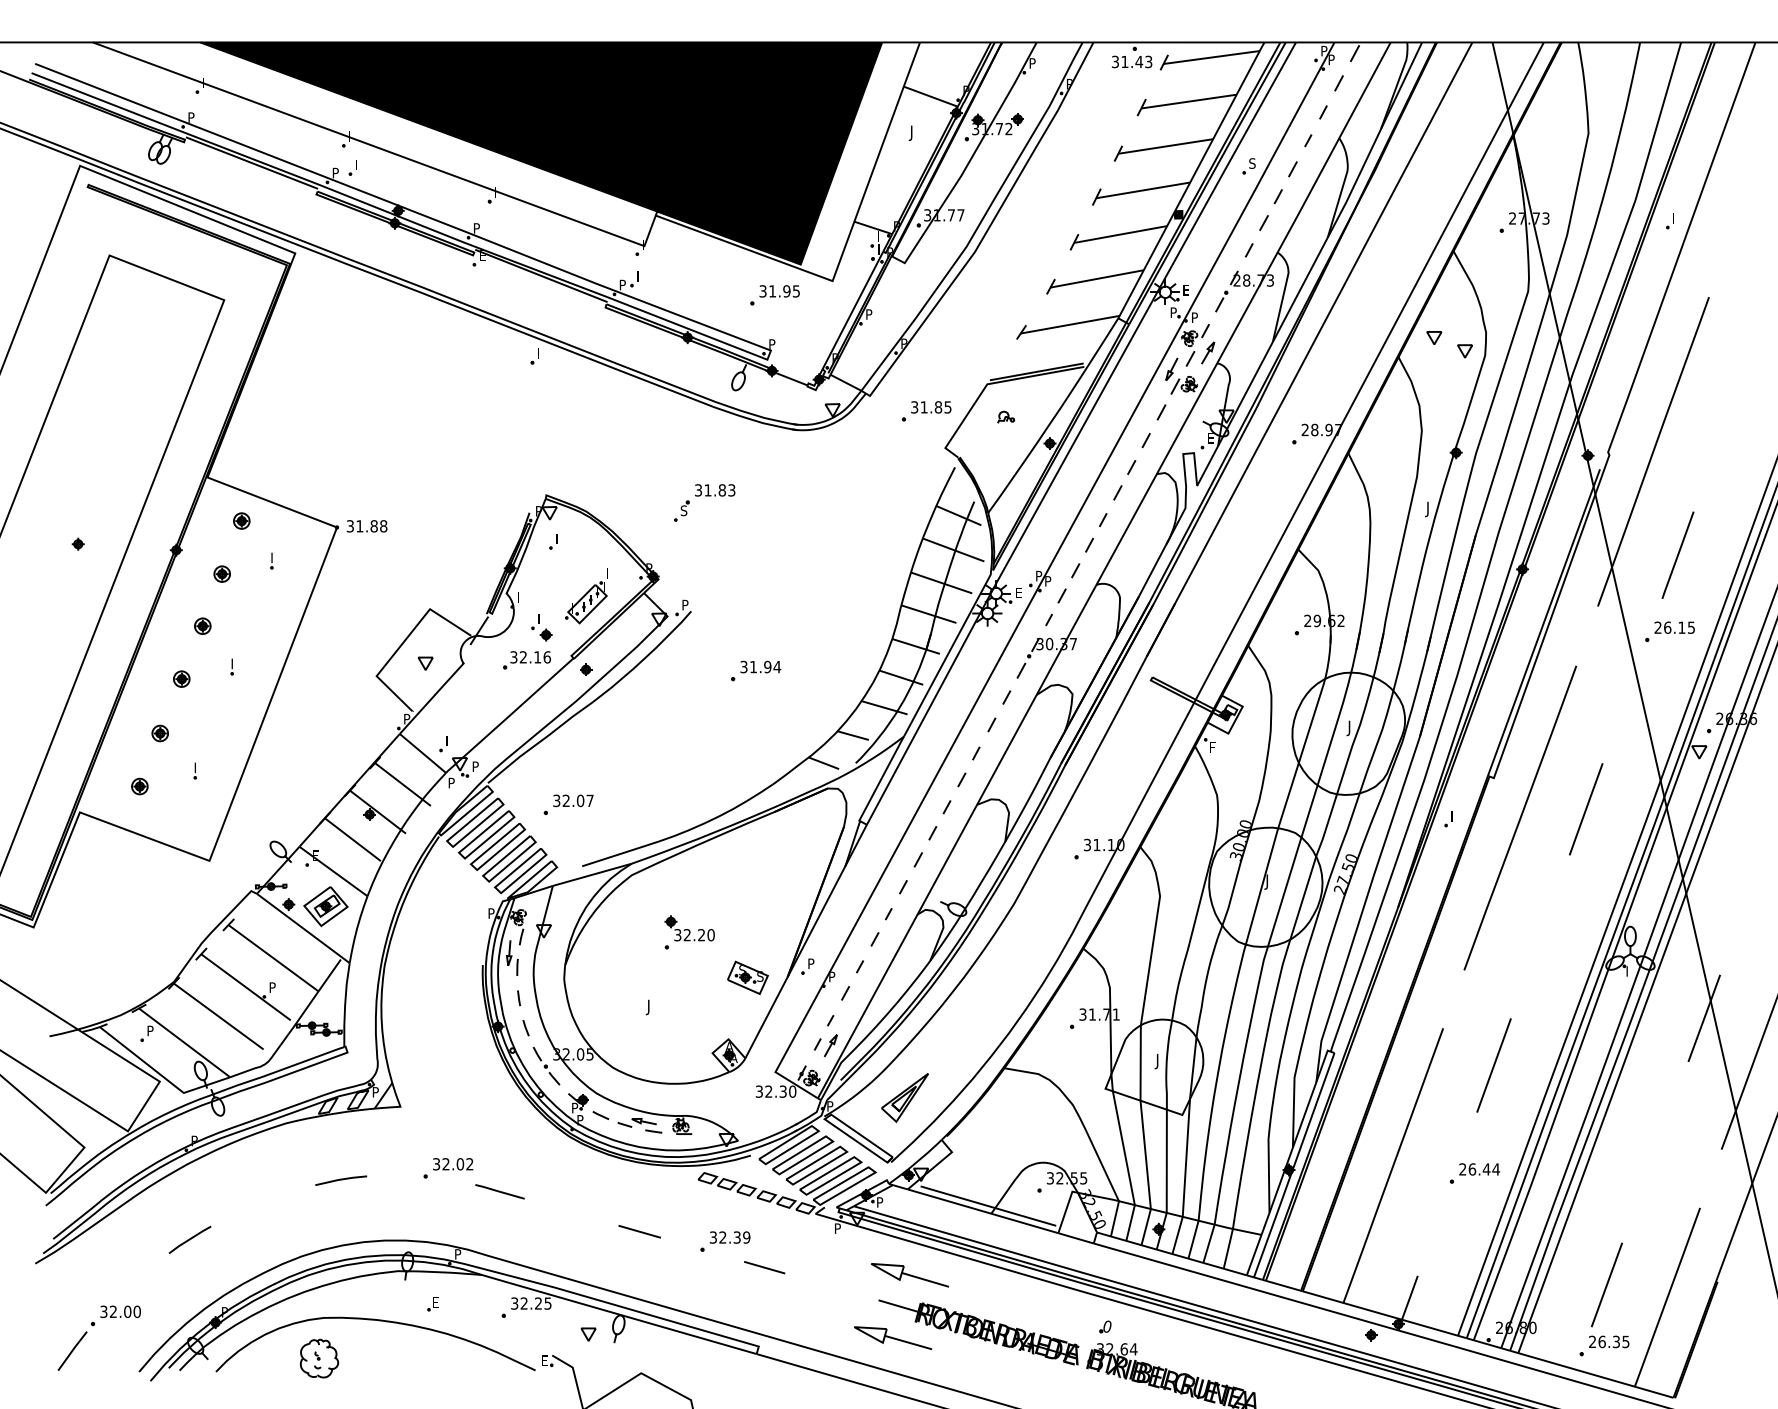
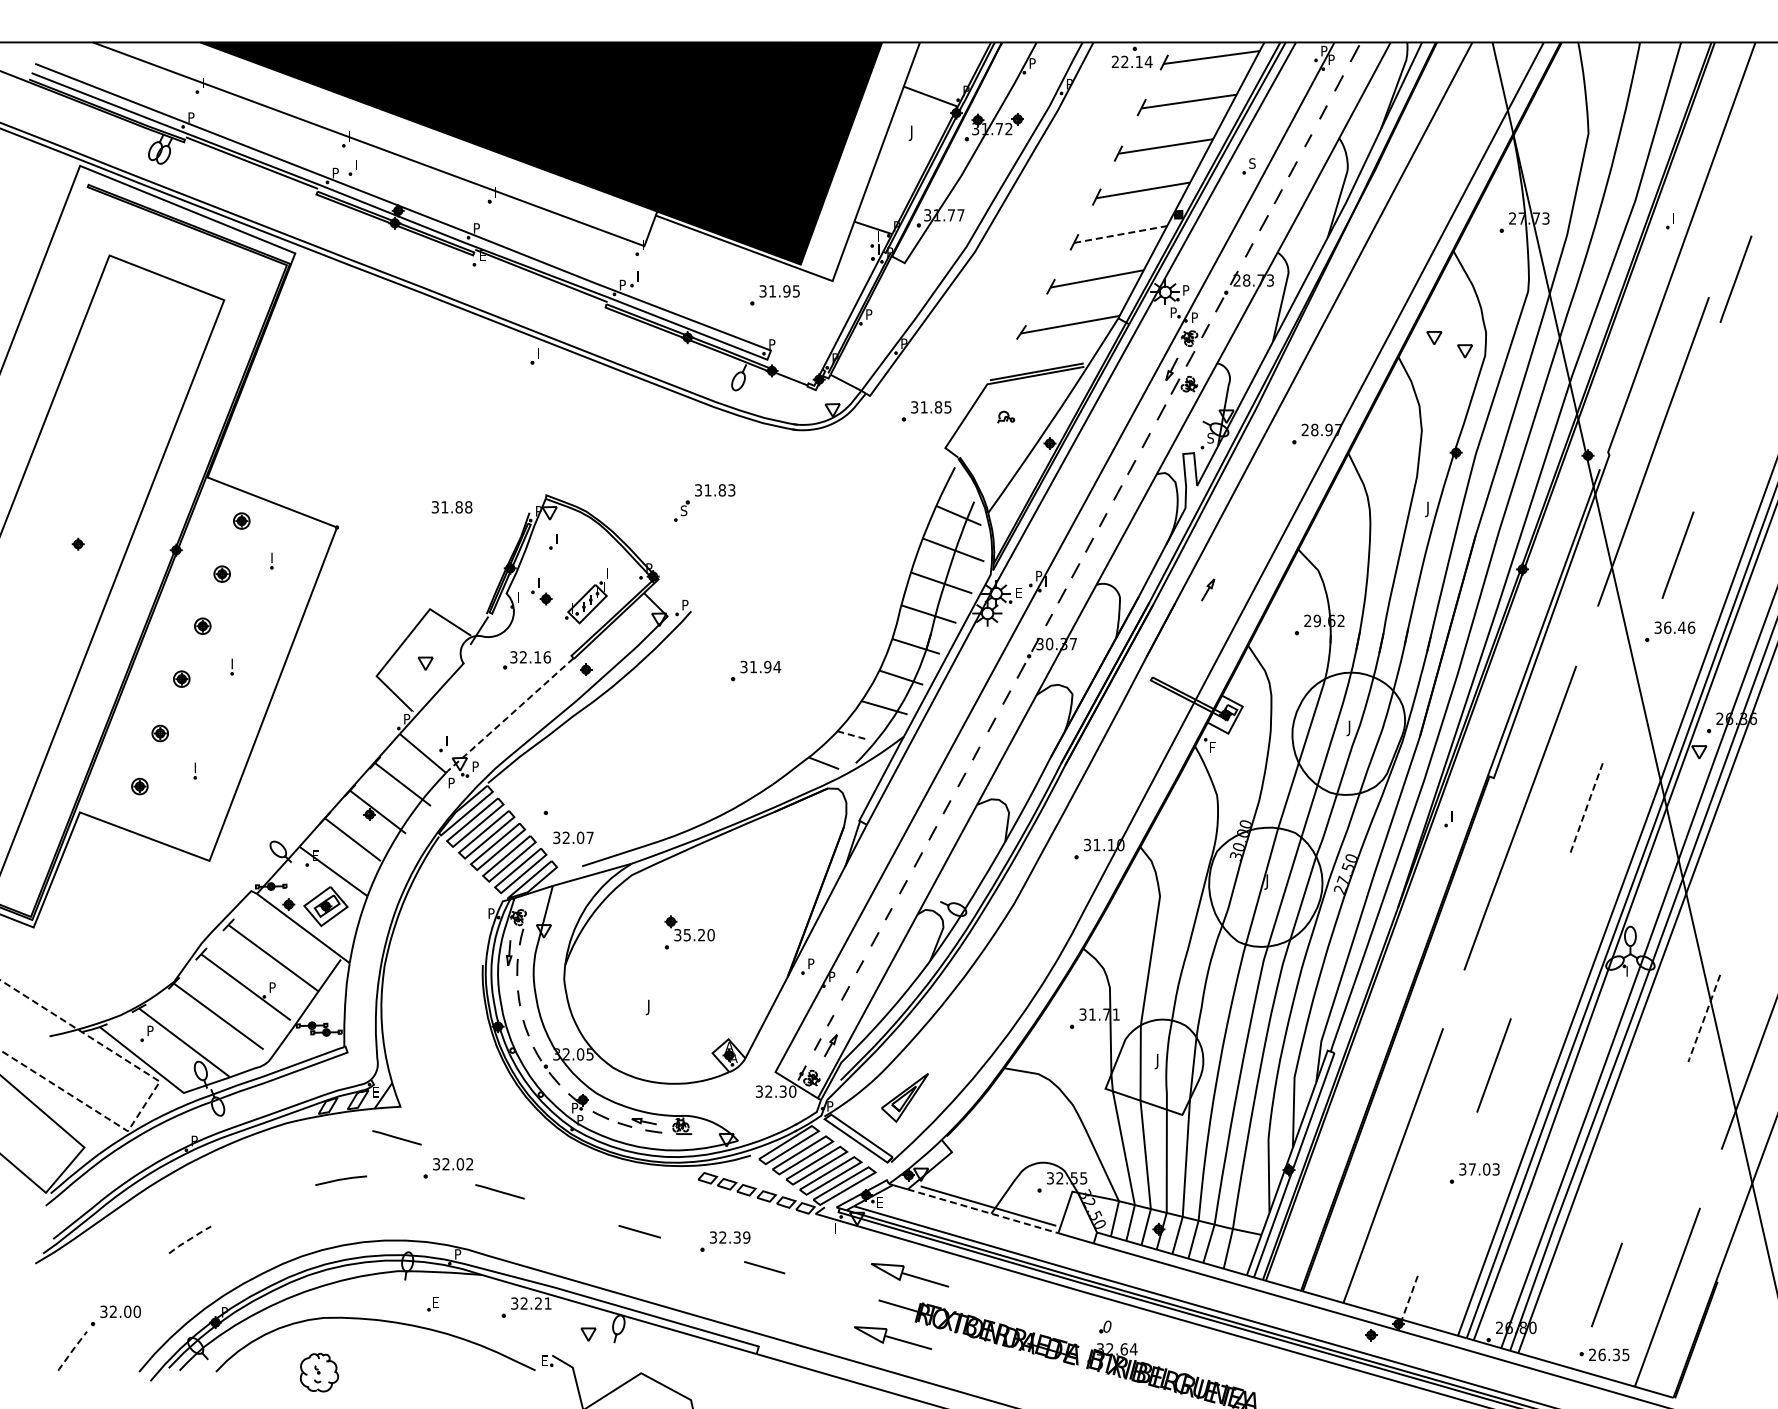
text at (1132, 61): 31.43 -> 22.14
line at (1121, 234): solid -> dashed
line at (1735, 278): none -> present
text at (1186, 290): E -> P
part at (1208, 352) position: (1208, 352) -> (1208, 589)
text at (1210, 437): E -> S
text at (366, 526) position: (366, 526) -> (451, 507)
text at (1048, 581): P -> I
part at (541, 627) position: (541, 627) -> (541, 591)
text at (1674, 627): 26.15 -> 36.46
line at (508, 716): solid -> dashed
line at (853, 735): solid -> dashed
text at (573, 800) position: (573, 800) -> (573, 837)
line at (1586, 809): solid -> dashed
text at (686, 935): 32.20 -> 35.20
part at (747, 977): present -> none
line at (1704, 1018): solid -> dashed
line at (154, 1090): solid -> dashed
text at (375, 1092): P -> E
line at (396, 1137): none -> present
text at (1479, 1169): 26.44 -> 37.03
text at (880, 1202): P -> E
line at (983, 1211): solid -> dashed
text at (837, 1228): P -> I
line at (190, 1238): solid -> dashed
line at (1409, 1297): solid -> dashed
text at (547, 1303): 32.25 -> 32.21
text at (1609, 1341) position: (1609, 1341) -> (1609, 1354)
line at (72, 1350): solid -> dashed
part at (319, 1358) position: (319, 1358) -> (319, 1372)
